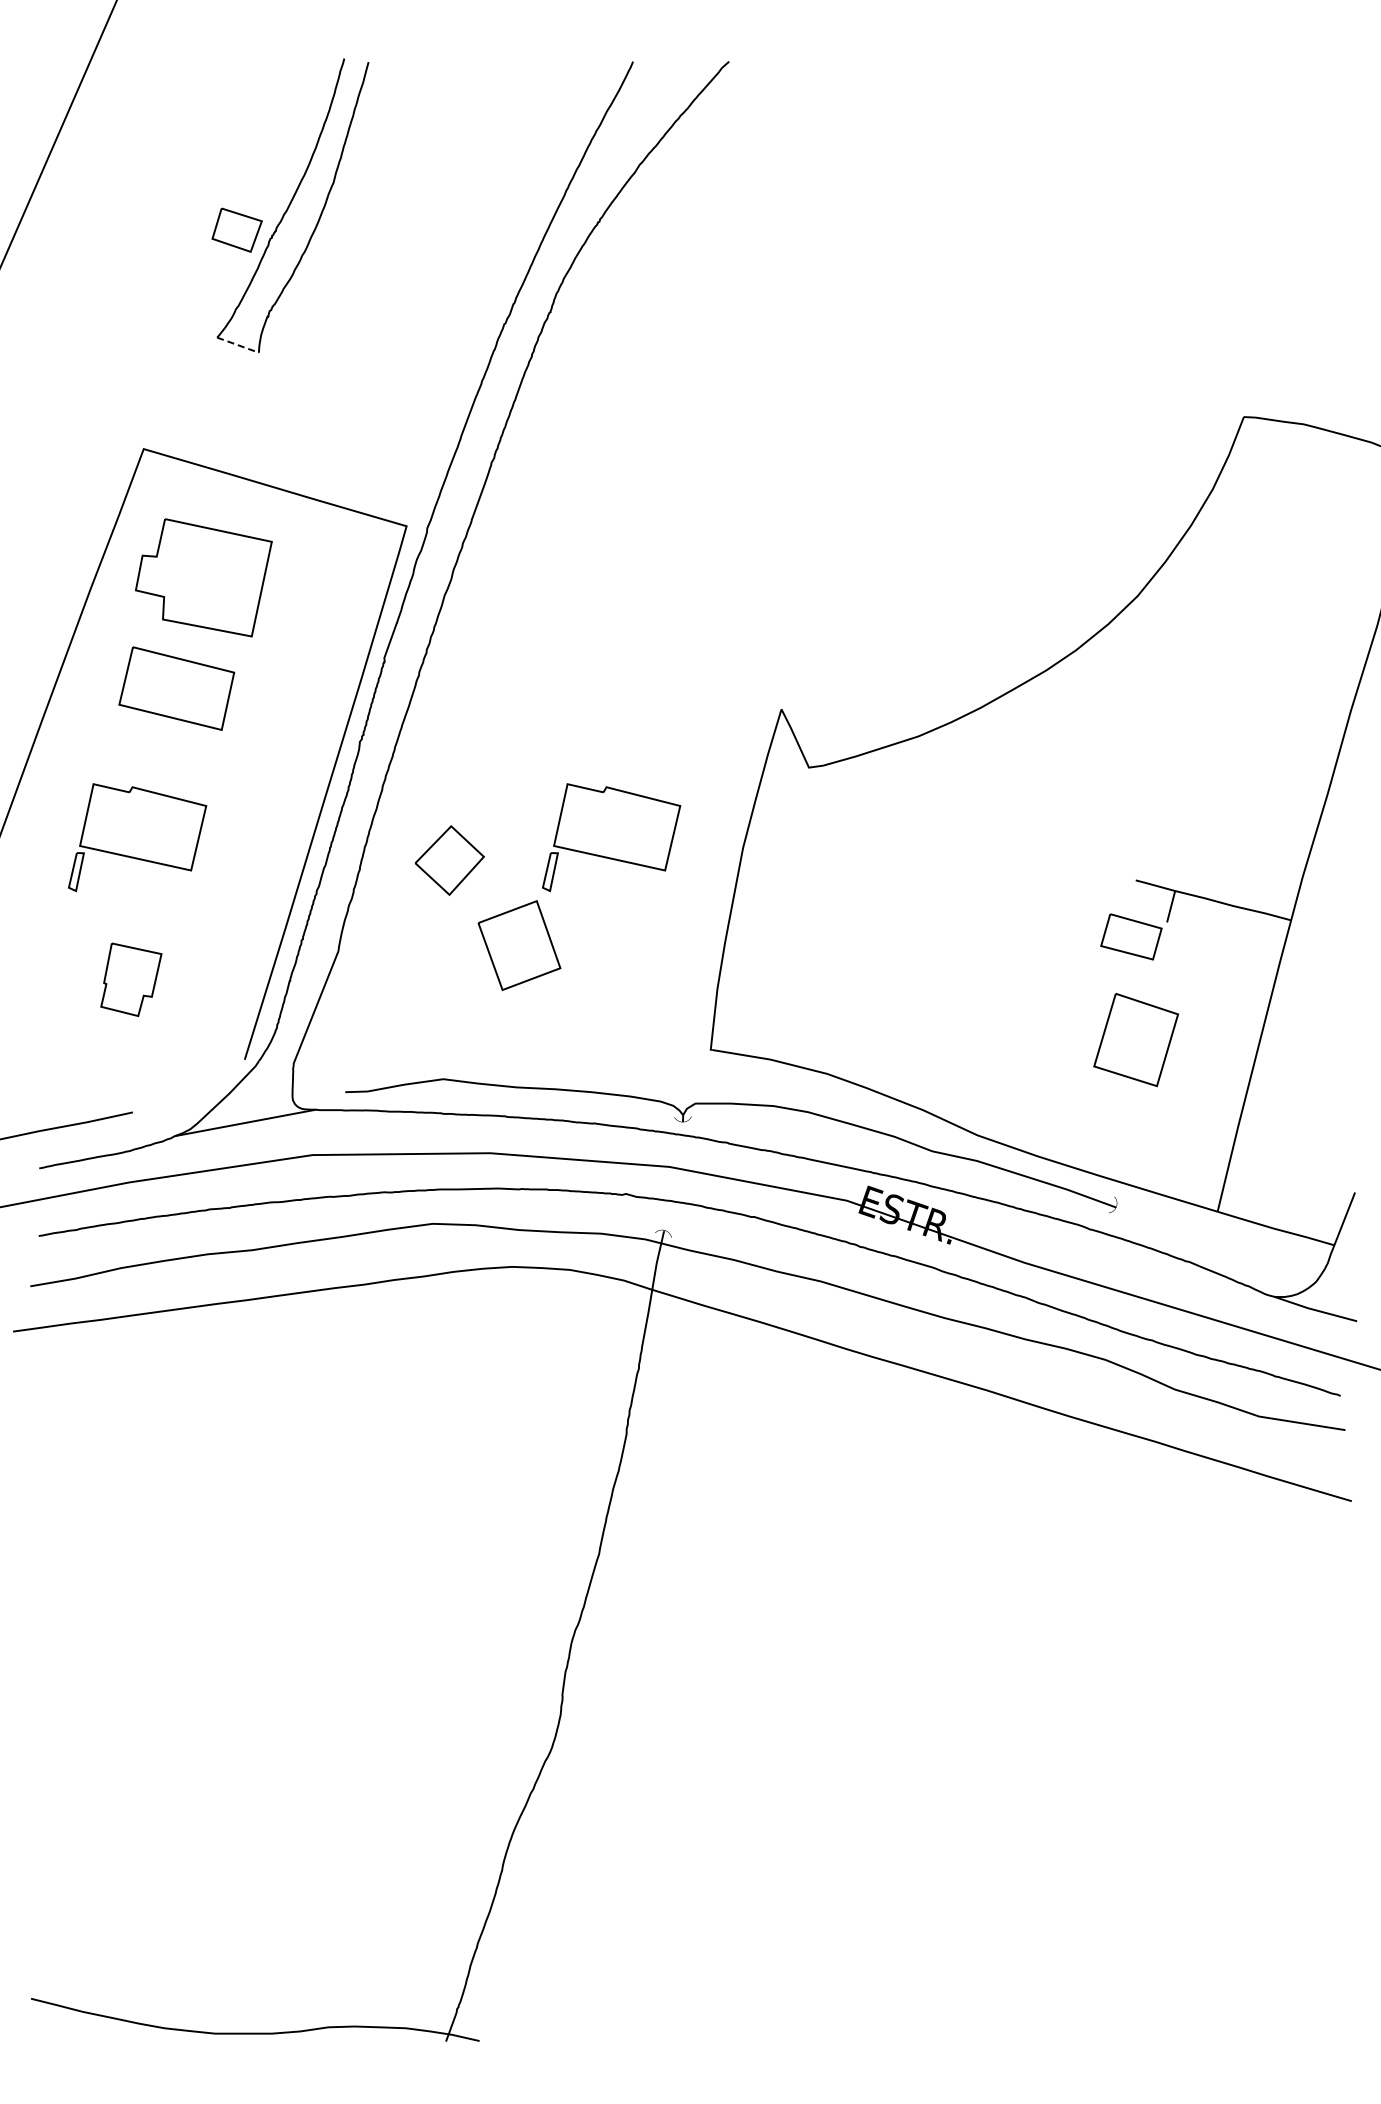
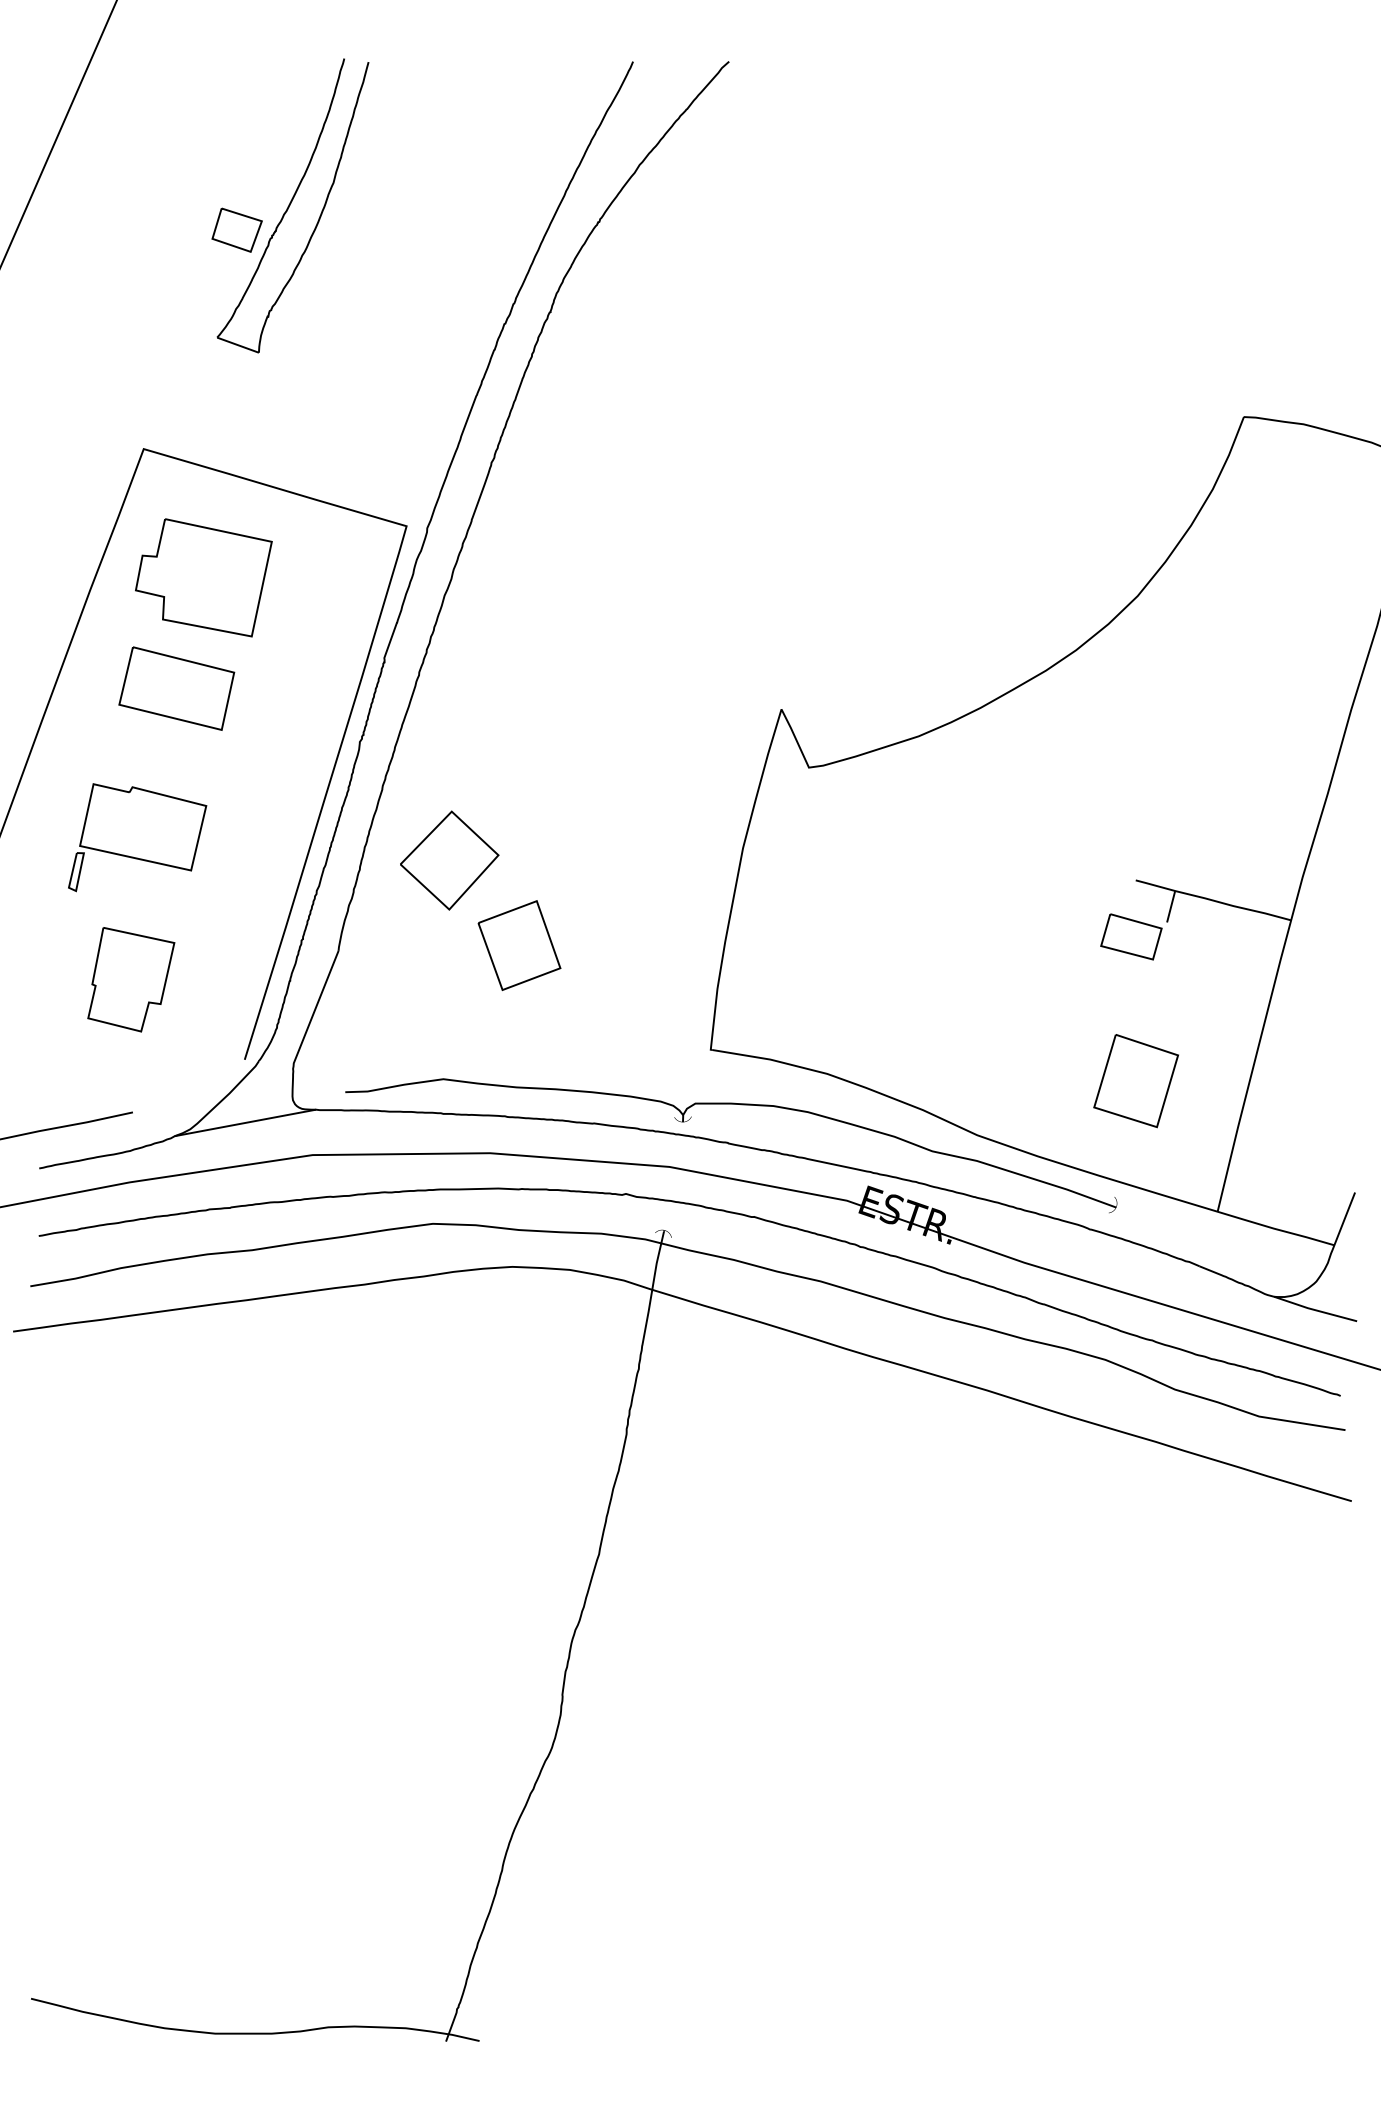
line at (238, 345): dashed -> solid
part at (611, 837): present -> none
part at (449, 860) size: 70x71 px -> 100x101 px
part at (131, 979) size: 63x76 px -> 89x106 px
part at (1135, 1040) position: (1135, 1040) -> (1135, 1081)
